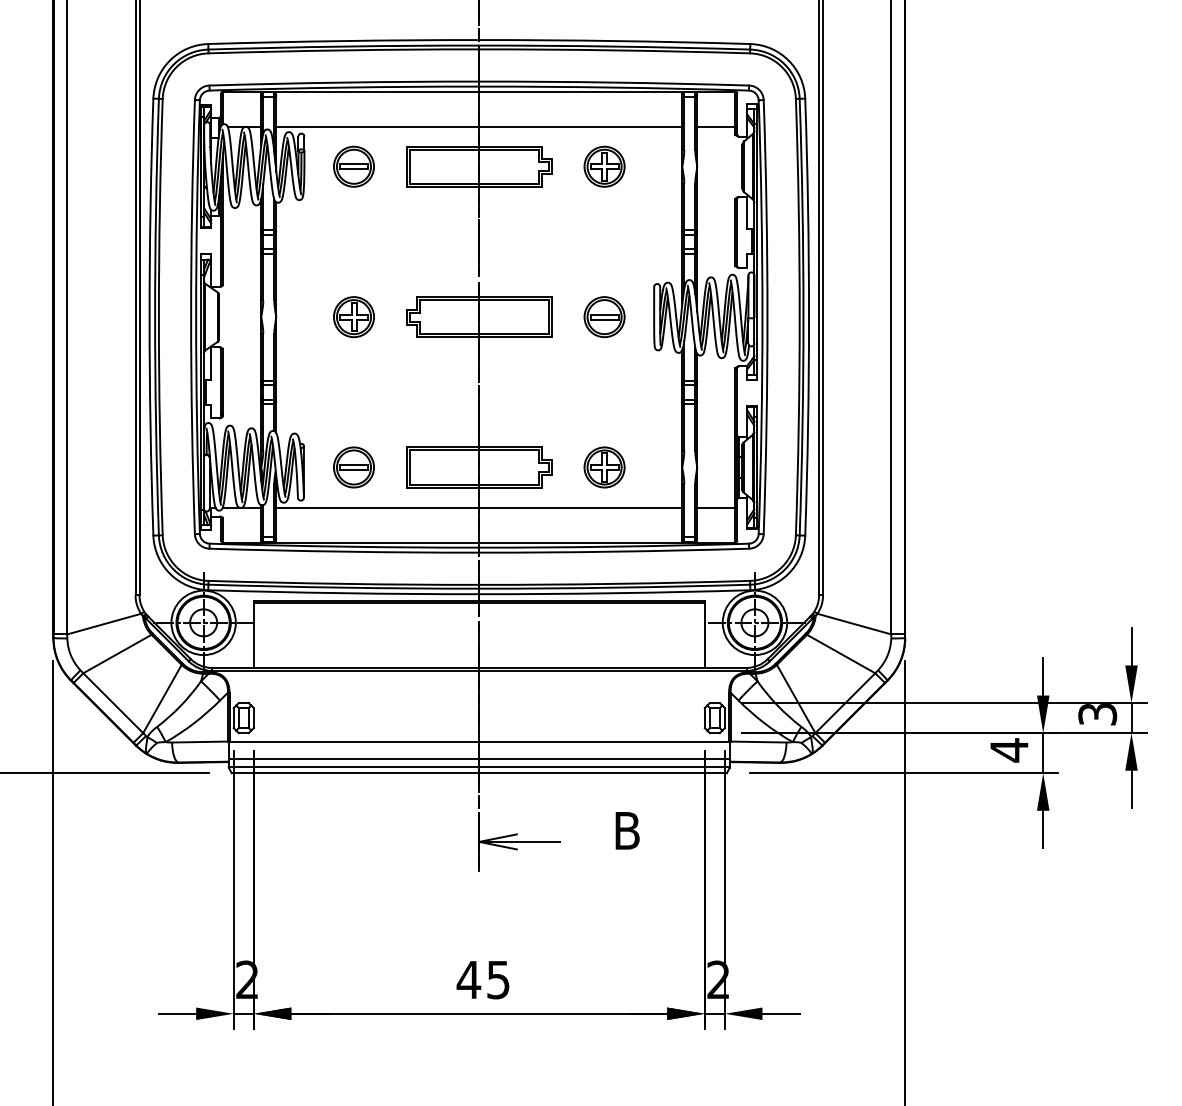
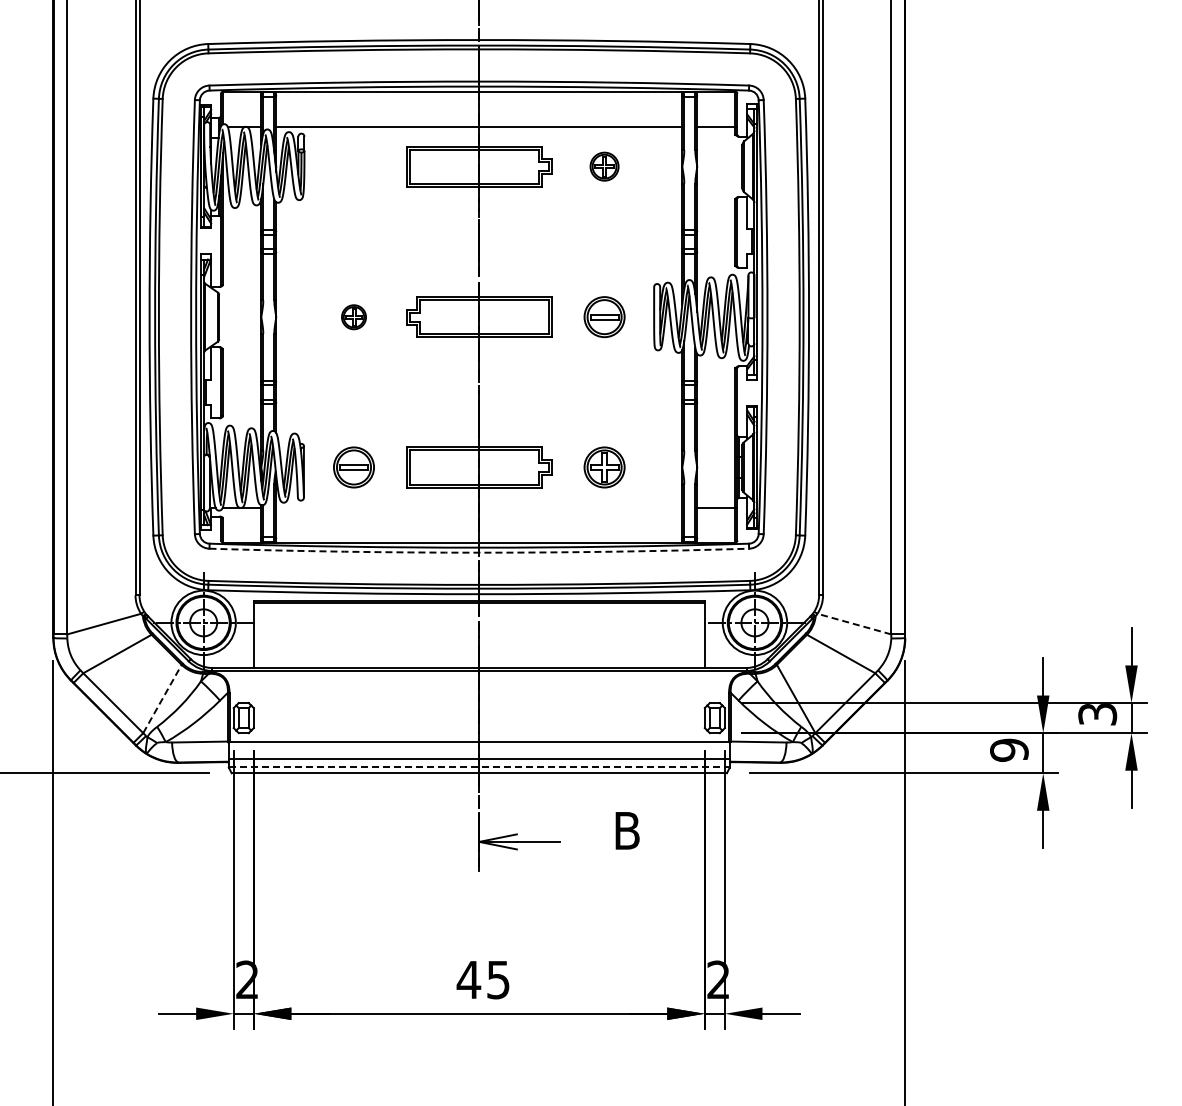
part at (353, 166): present -> none
part at (604, 166) size: 43x43 px -> 31x31 px
part at (353, 317) size: 42x43 px -> 26x27 px
line at (479, 507): present -> none
arc at (479, 552): solid -> dashed
line at (853, 623): solid -> dashed
line at (162, 698): solid -> dashed
text at (1009, 750): 4 -> 9
line at (479, 767): solid -> dashed
